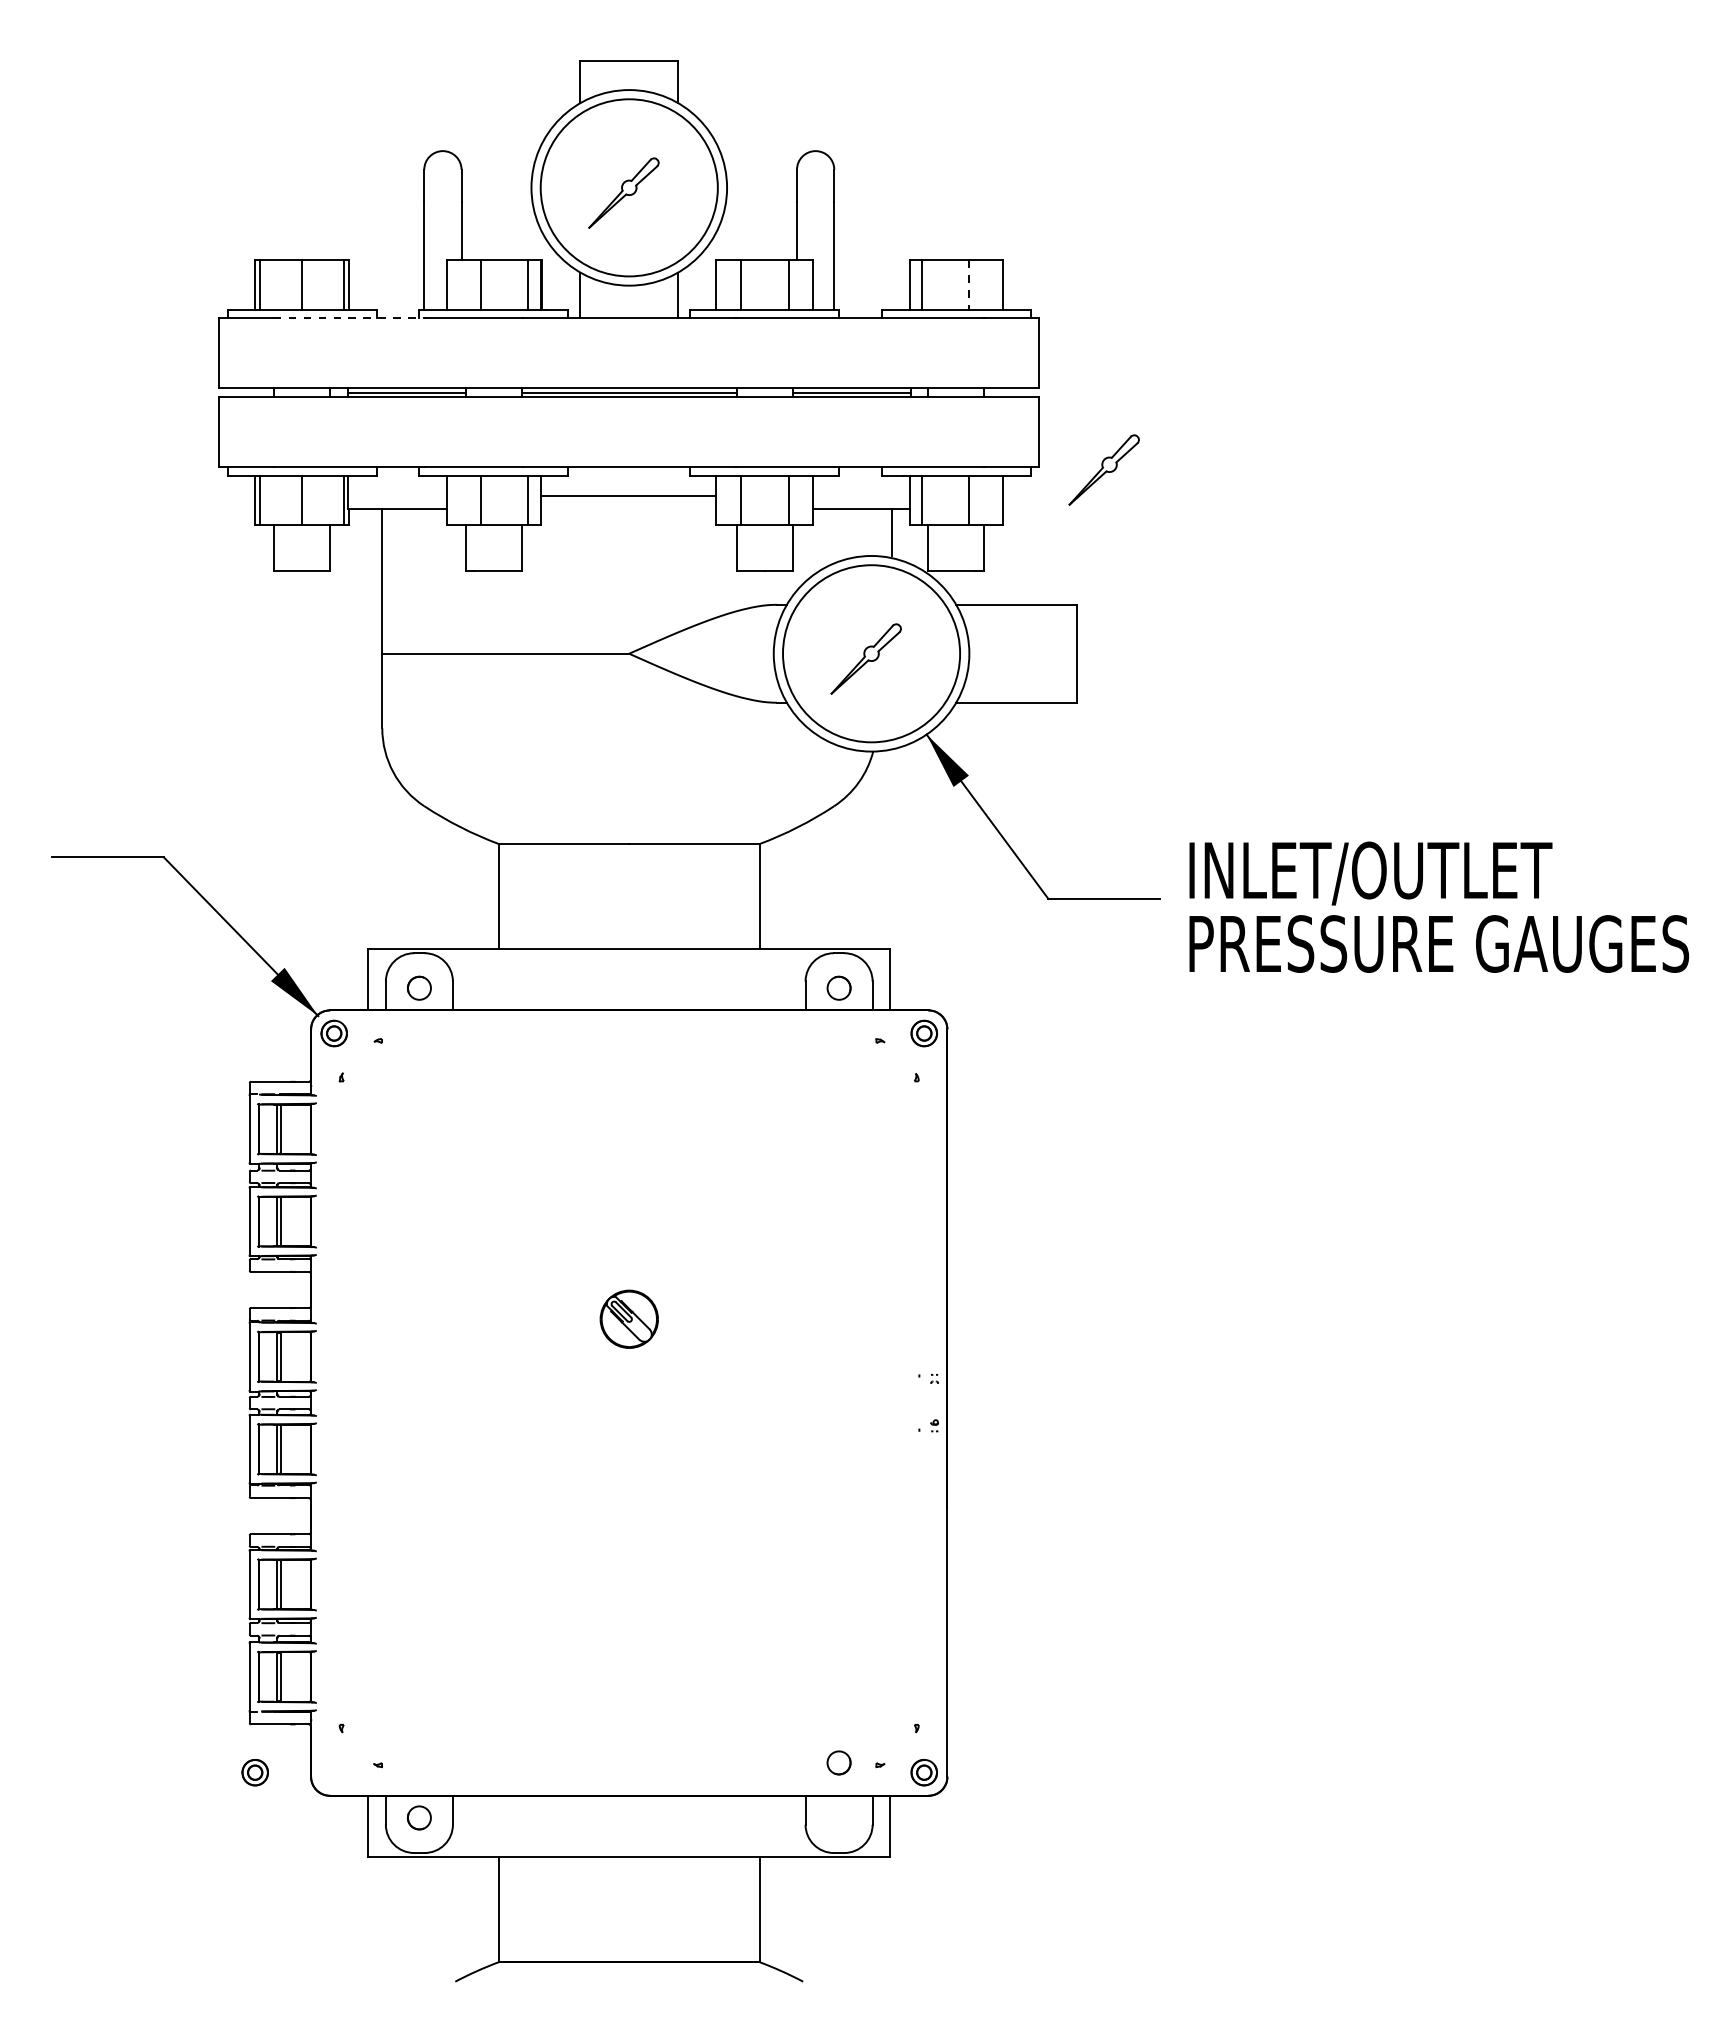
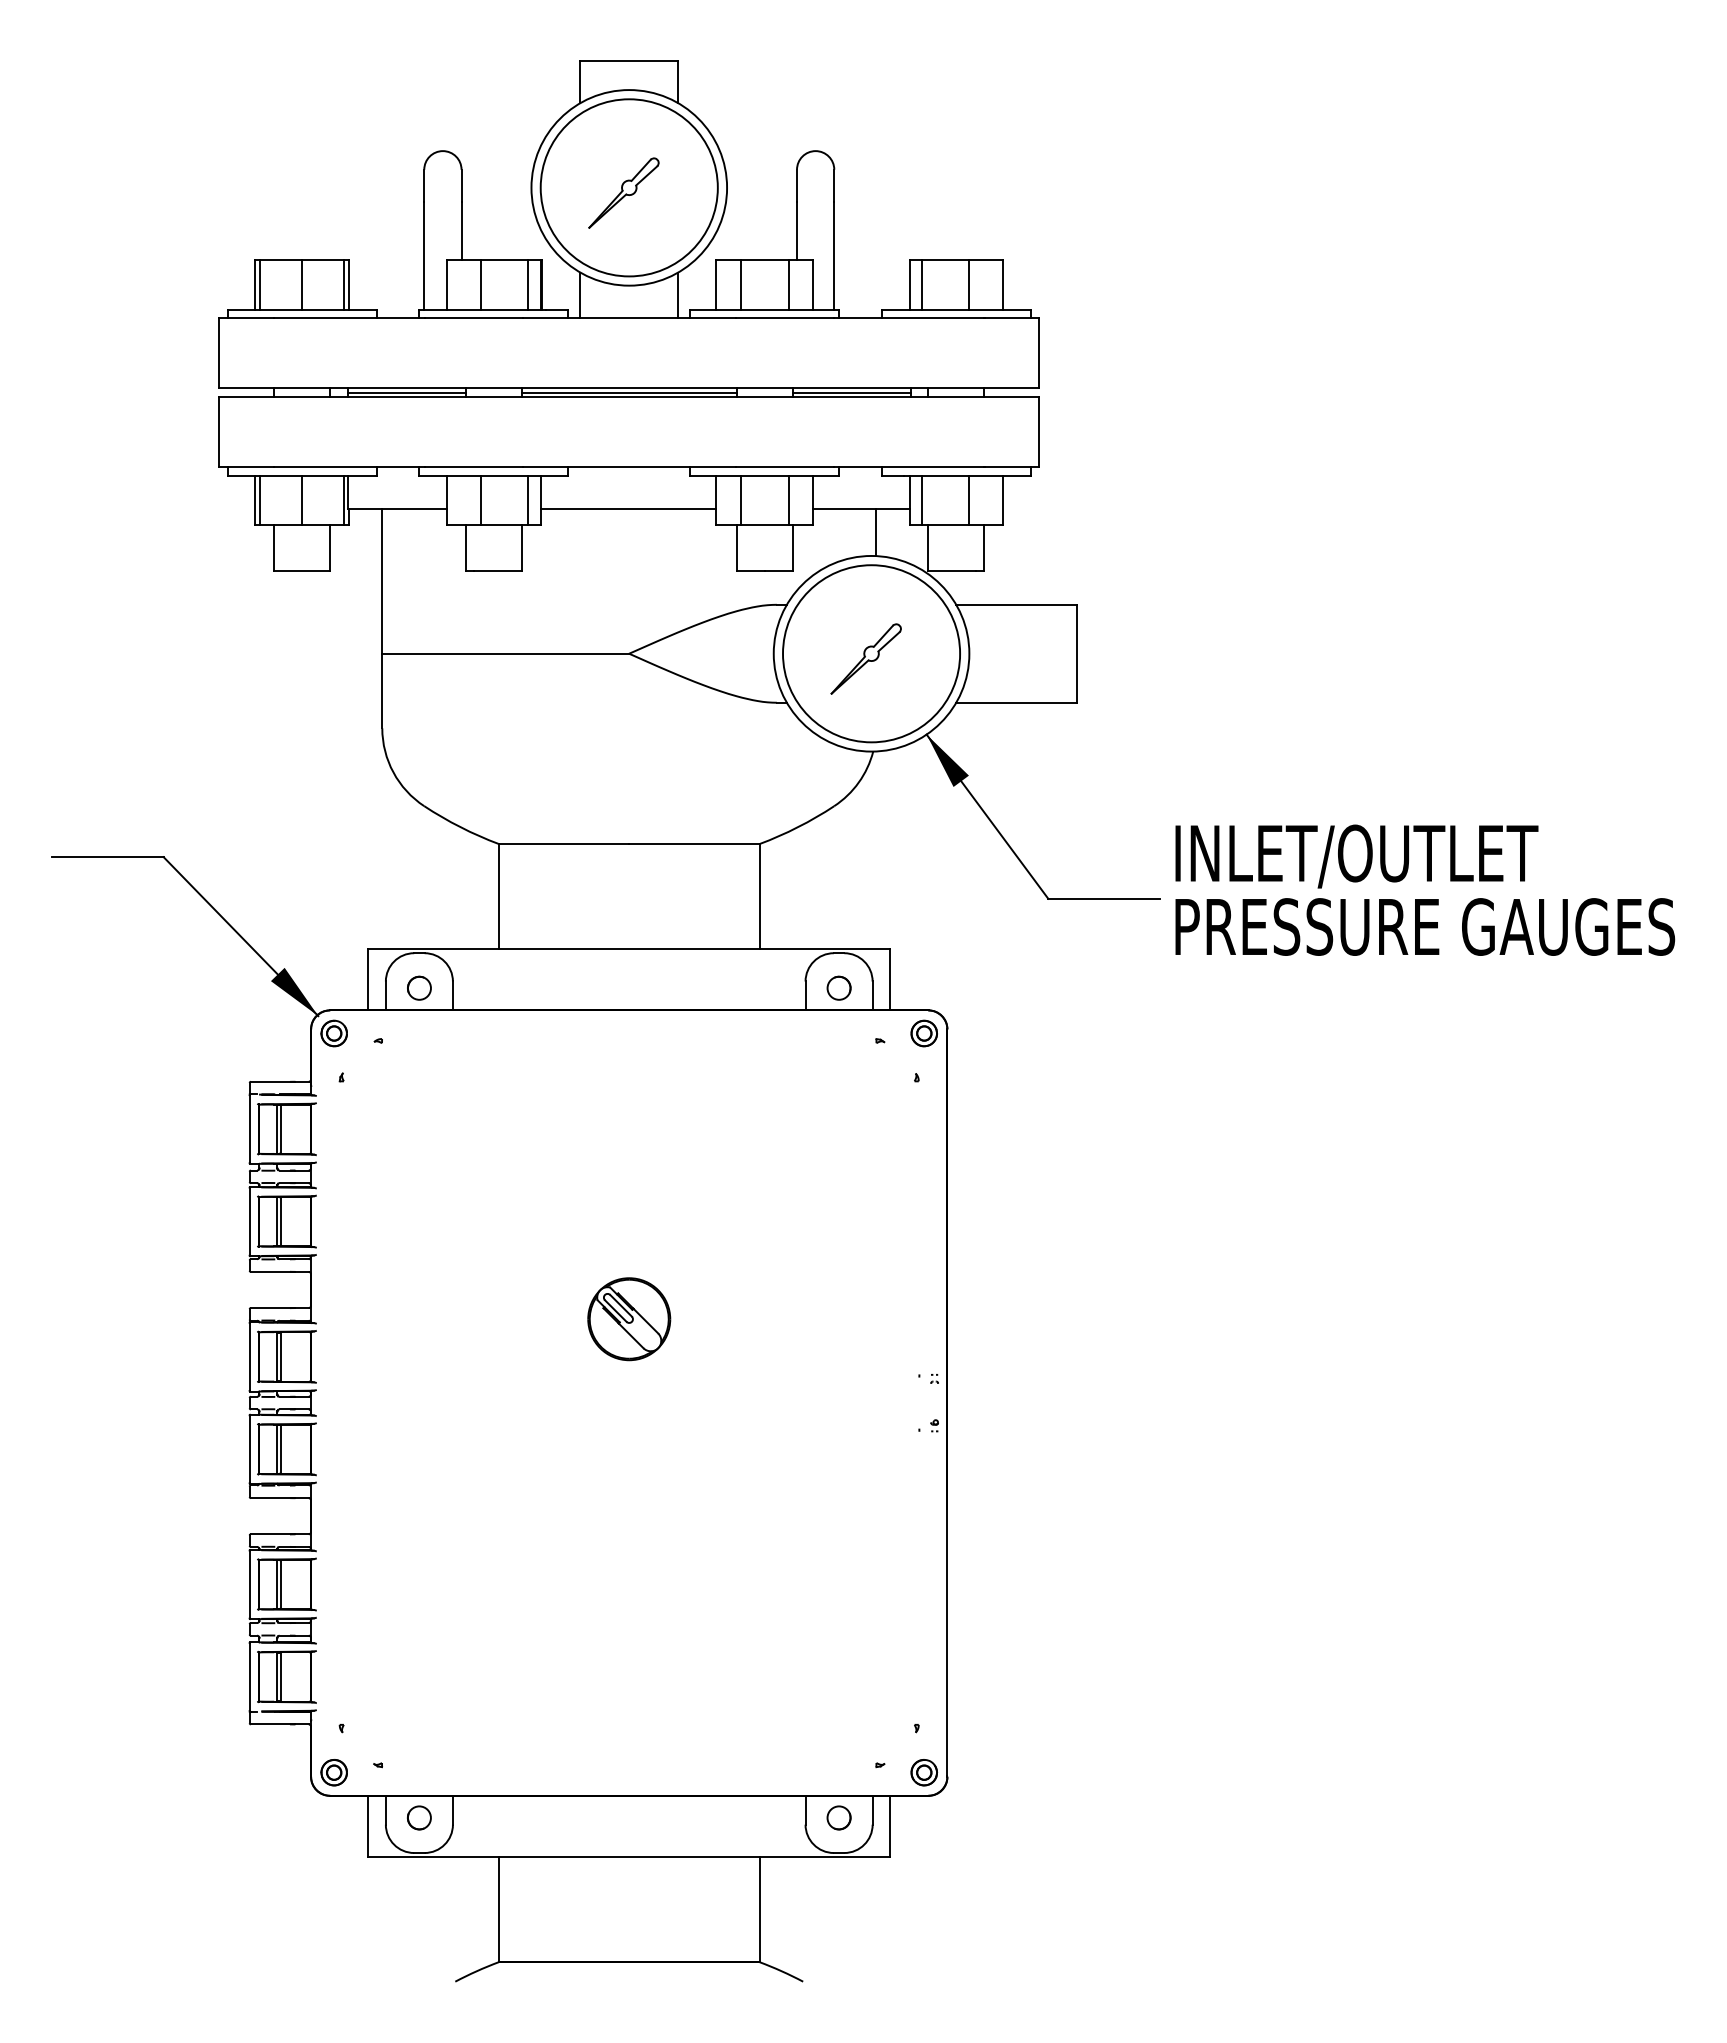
line at (968, 285): dashed -> solid
line at (349, 318): dashed -> solid
part at (1103, 469): present -> none
line at (628, 496) position: (628, 496) -> (628, 509)
line at (892, 532) position: (892, 532) -> (876, 532)
text at (1439, 906) position: (1439, 906) -> (1425, 889)
part at (628, 1318) size: 60x60 px -> 85x85 px
circle at (838, 1762) position: (838, 1762) -> (838, 1817)
part at (254, 1772) position: (254, 1772) -> (333, 1772)
